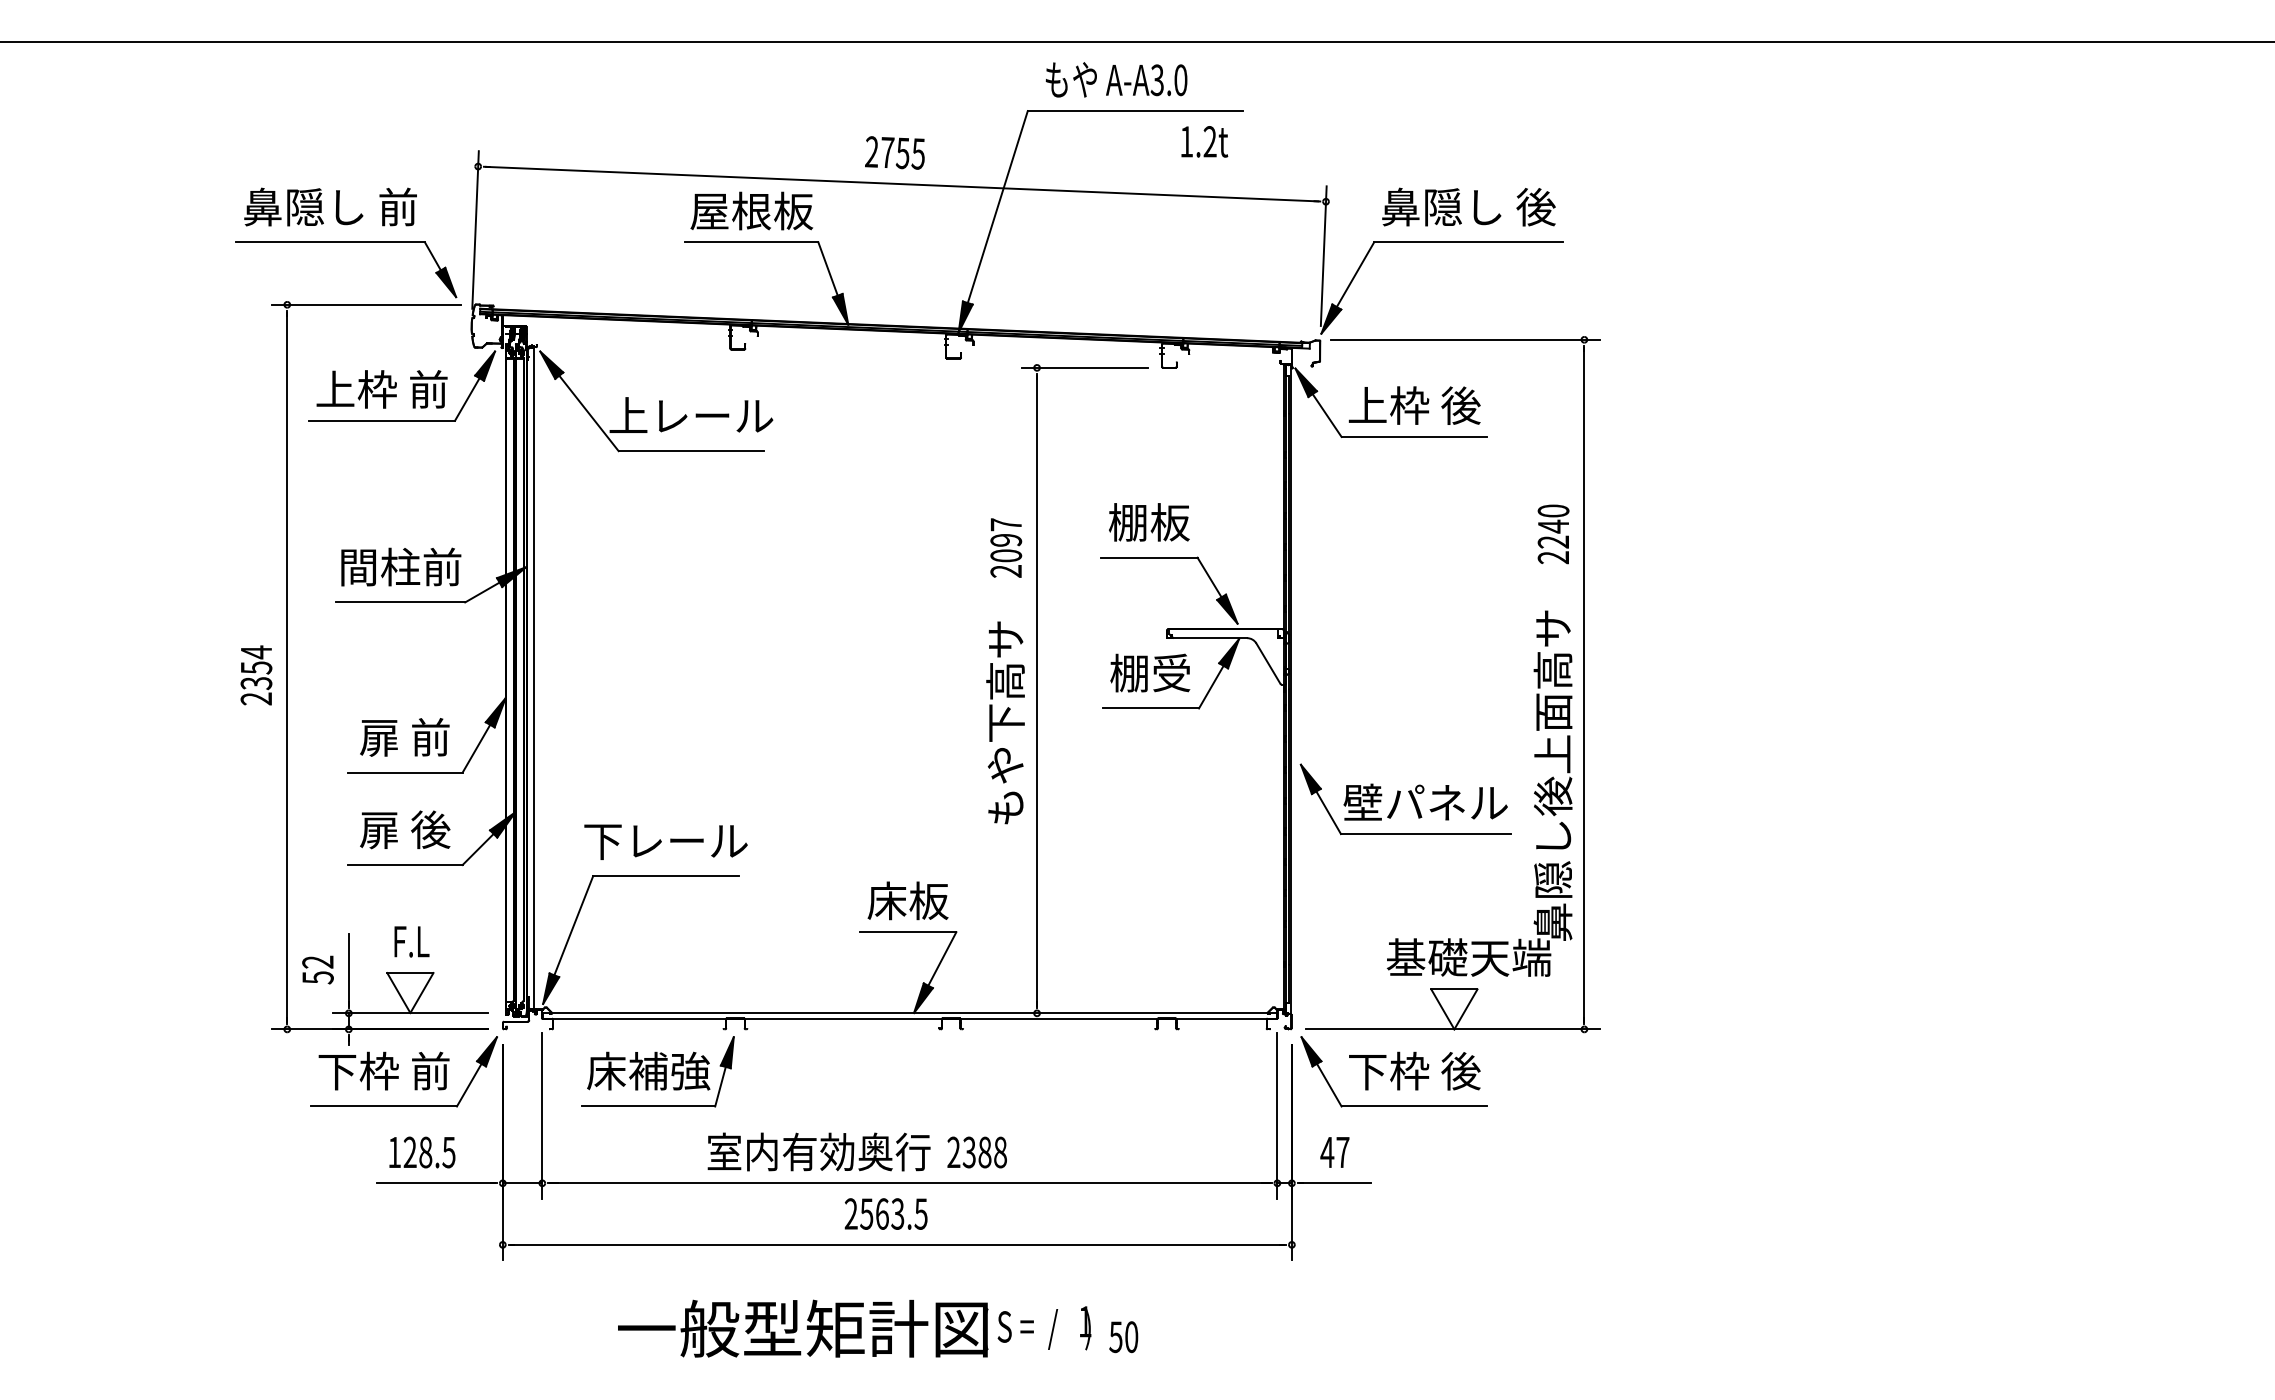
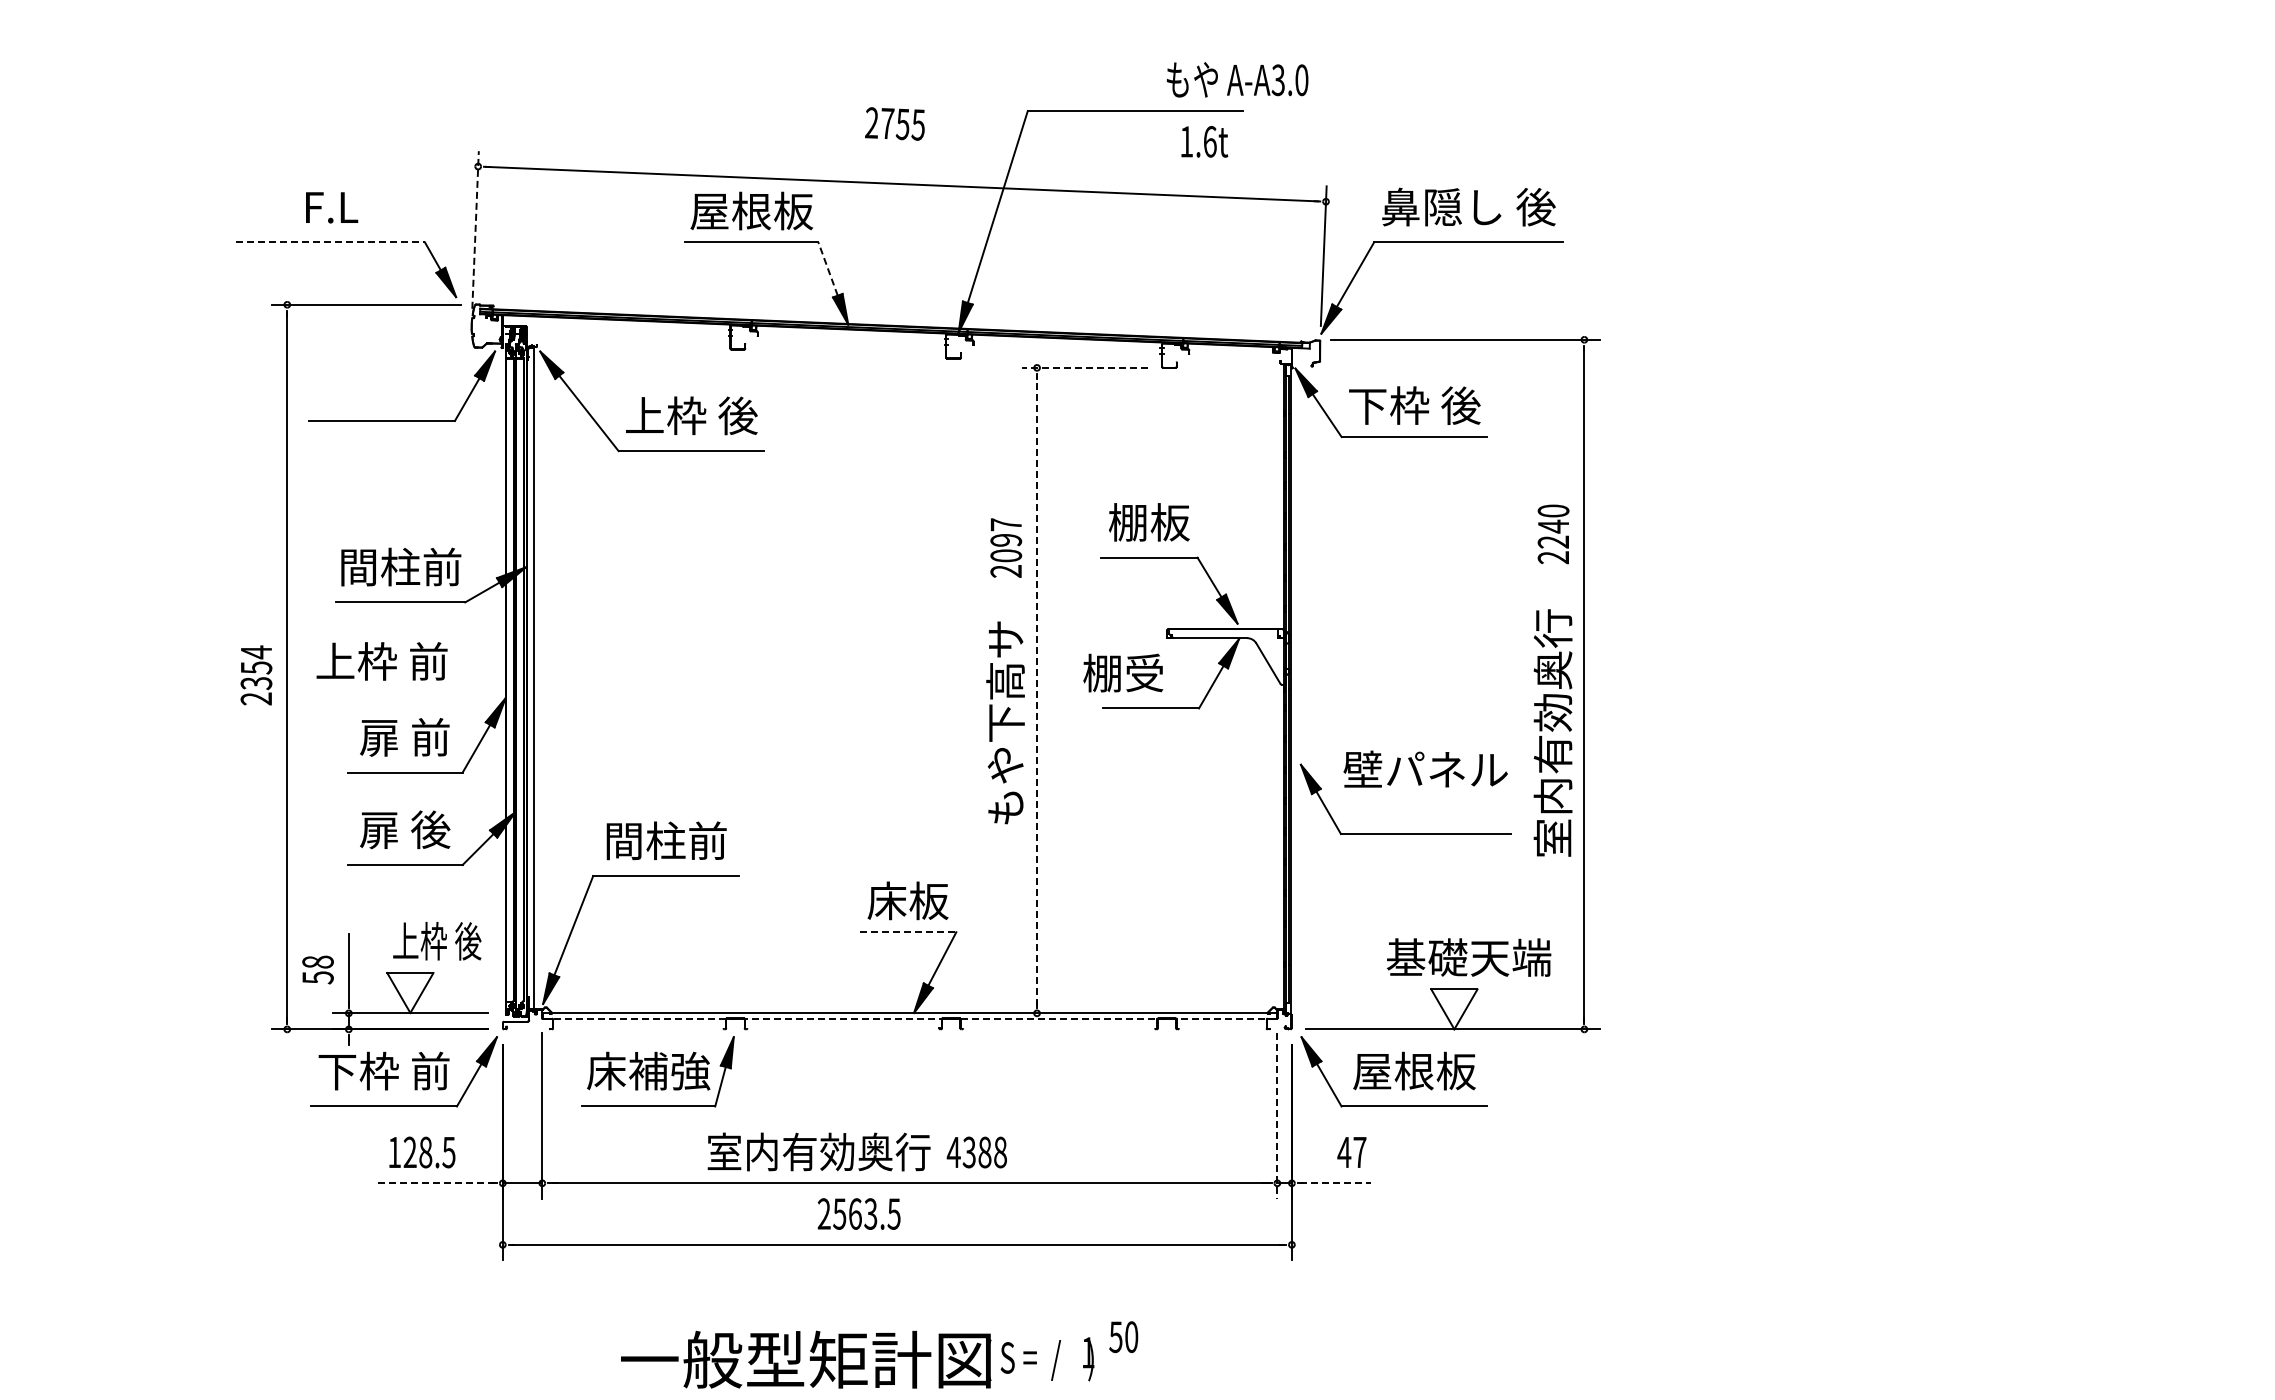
line at (1136, 42): present -> none
text at (1116, 79) position: (1116, 79) -> (1237, 79)
text at (1209, 141): 1.2t -> 1.6t
text at (894, 152) position: (894, 152) -> (894, 123)
text at (330, 206): 鼻隠し 前 -> F.L
line at (475, 229): solid -> dashed
line at (331, 242): solid -> dashed
line at (827, 268): solid -> dashed
line at (1084, 367): solid -> dashed
text at (381, 389) position: (381, 389) -> (381, 661)
text at (1367, 405): 上枠 後 -> 下枠 後
text at (691, 415): 上レール -> 上枠 後
text at (1150, 672) position: (1150, 672) -> (1123, 672)
line at (1037, 690): solid -> dashed
text at (1552, 774): 鼻隠し後上面高サ -> 室内有効奥行
text at (1425, 801) position: (1425, 801) -> (1425, 768)
text at (665, 840): 下レール -> 間柱前
line at (908, 932): solid -> dashed
text at (437, 941): F.L -> 上枠 後
text at (317, 961): 52 -> 58
line at (910, 1018): solid -> dashed
text at (1414, 1070): 下枠 後 -> 屋根板
line at (1277, 1116): solid -> dashed
text at (953, 1151): 2388 -> 4388
text at (1334, 1152) position: (1334, 1152) -> (1351, 1152)
line at (436, 1183): solid -> dashed
line at (1335, 1183): solid -> dashed
text at (885, 1213) position: (885, 1213) -> (858, 1213)
text at (854, 1328) position: (854, 1328) -> (857, 1359)
